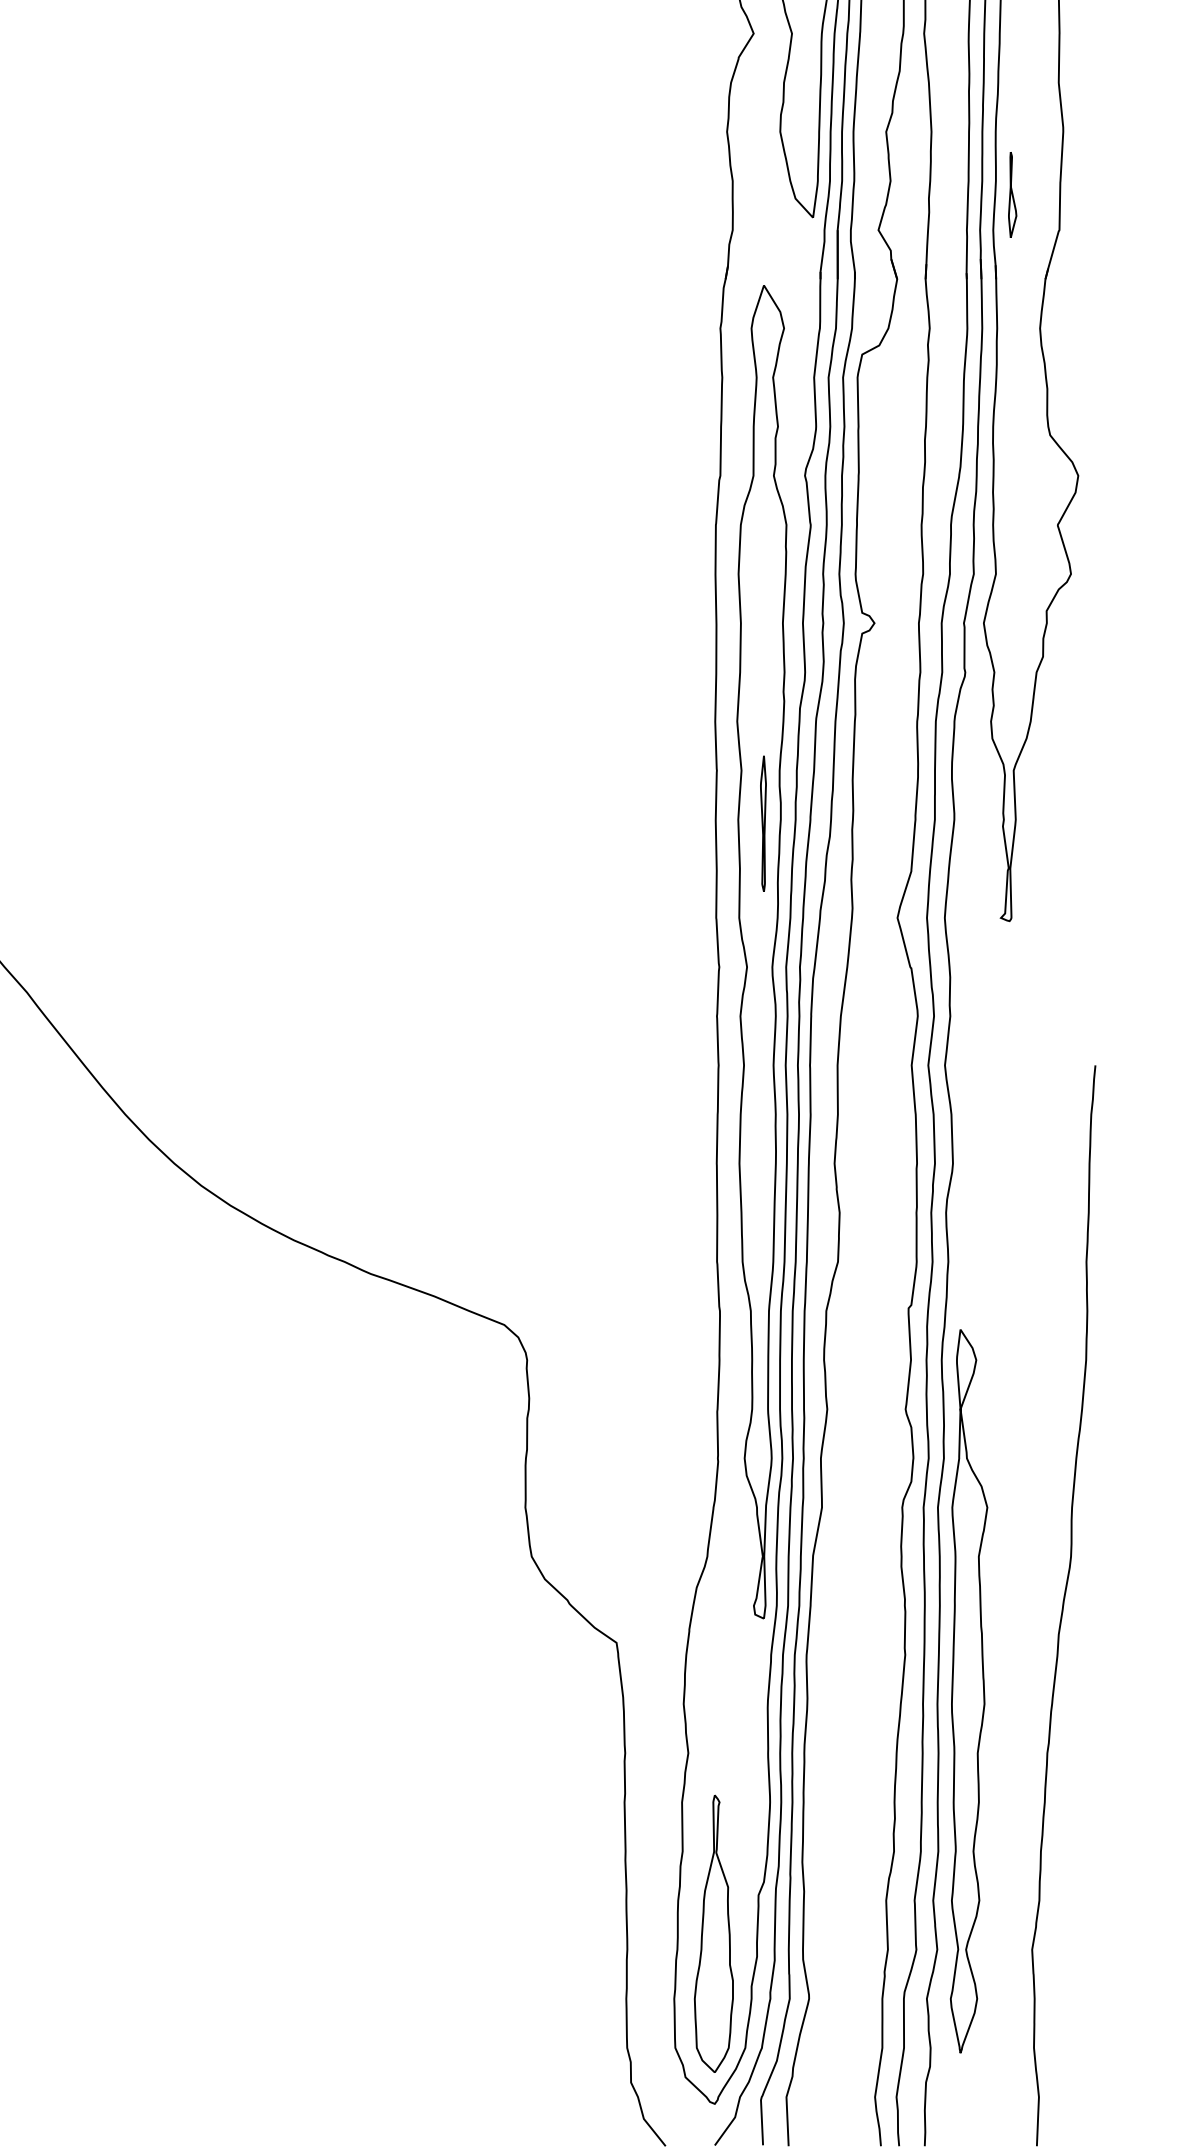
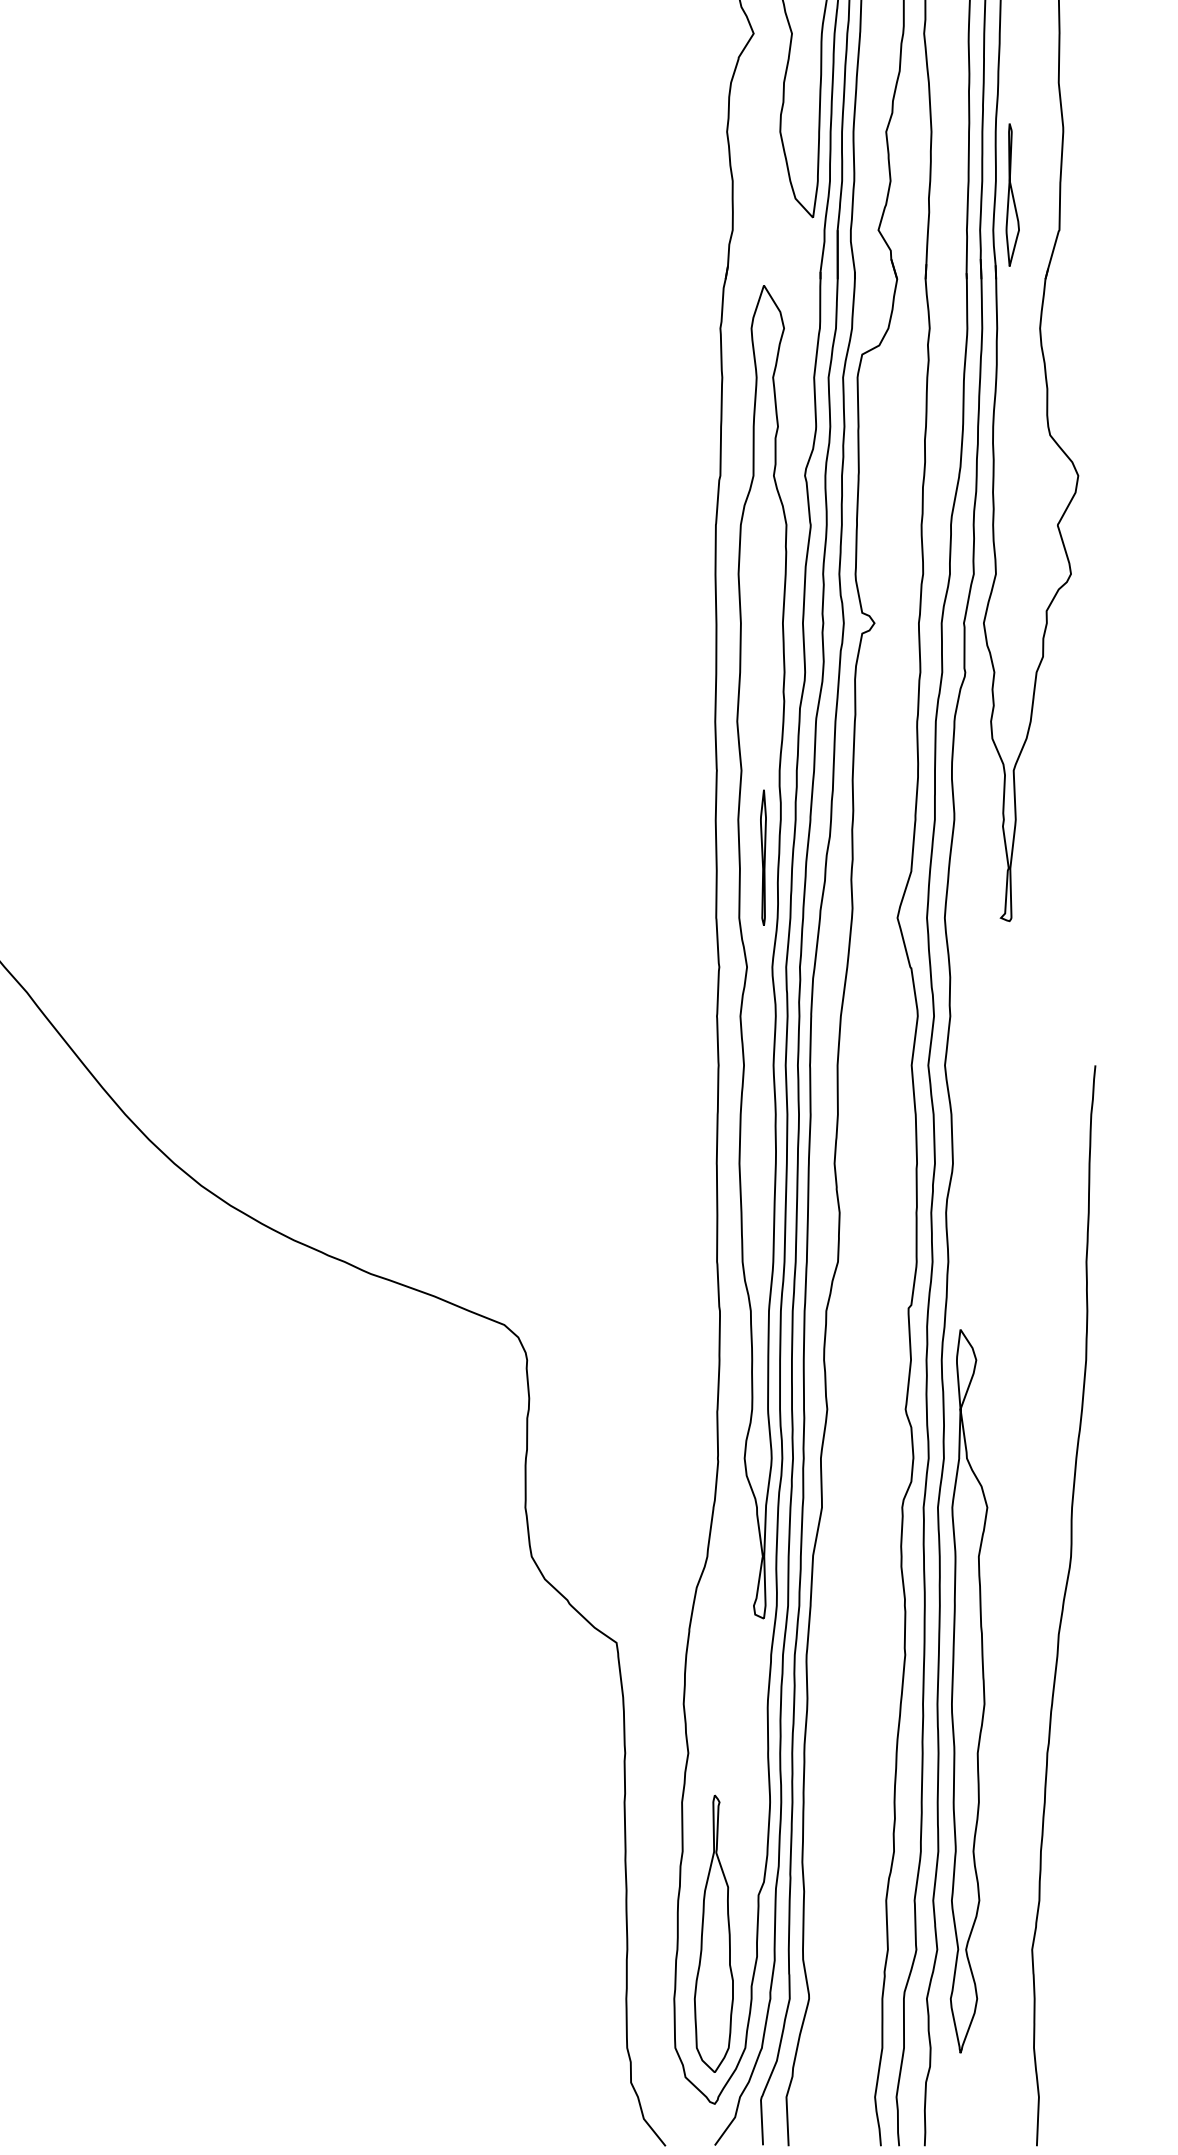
part at (1012, 194) size: 10x86 px -> 15x144 px
part at (763, 823) position: (763, 823) -> (763, 857)
